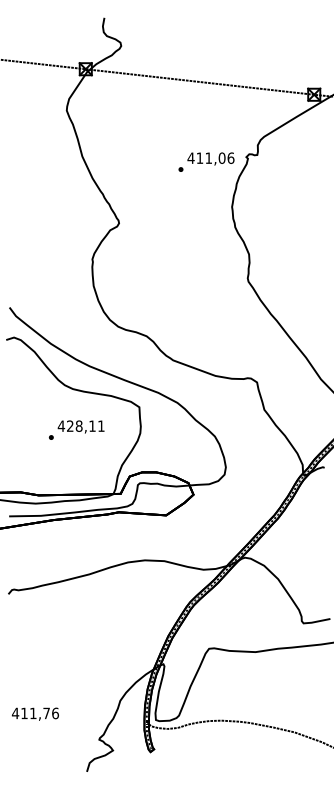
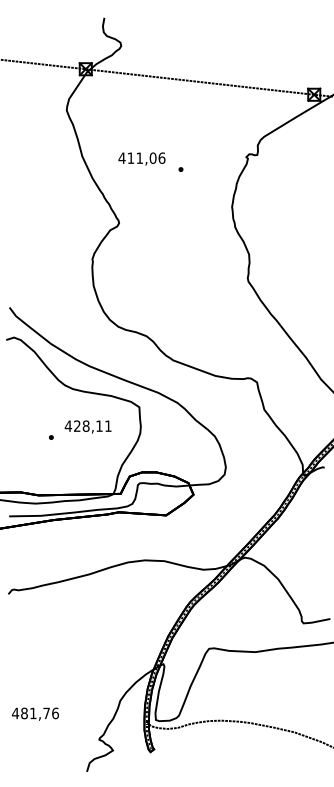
text at (210, 158) position: (210, 158) -> (141, 158)
text at (80, 426) position: (80, 426) -> (87, 426)
text at (24, 713): 411,76 -> 481,76
